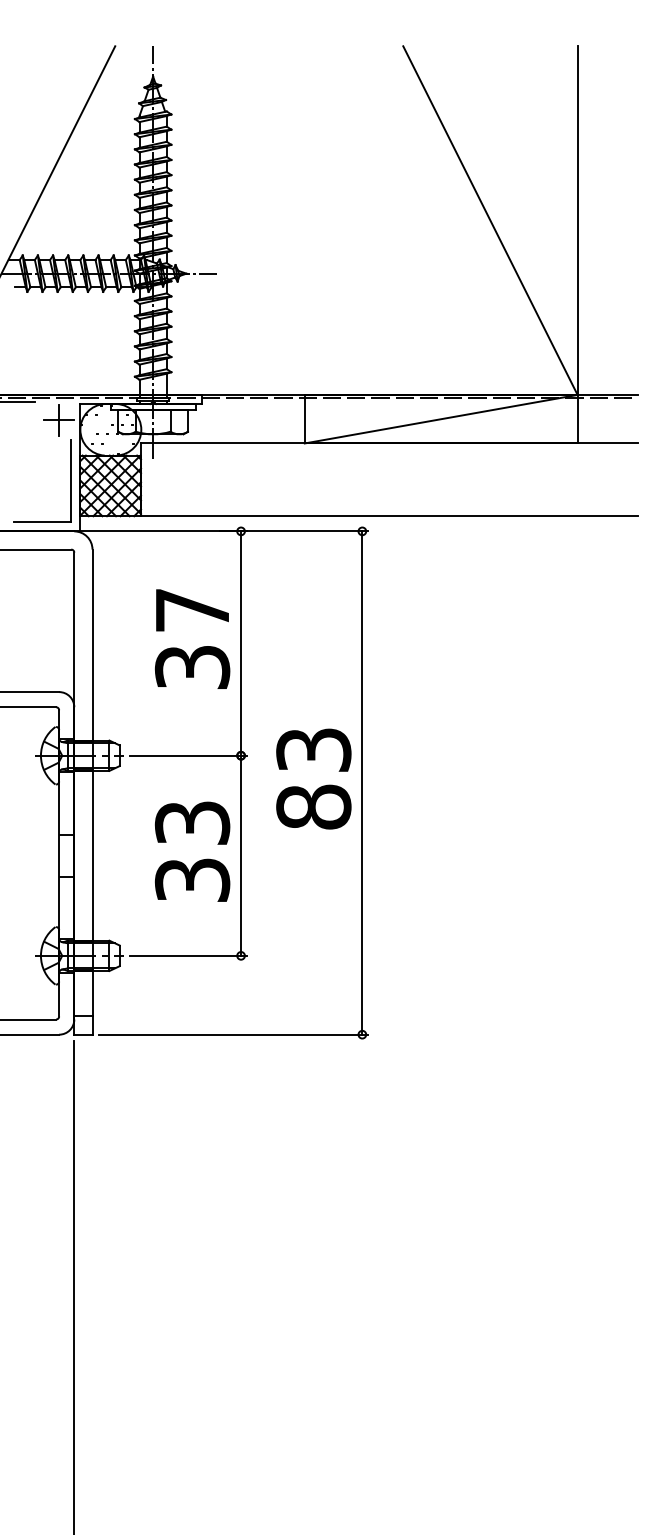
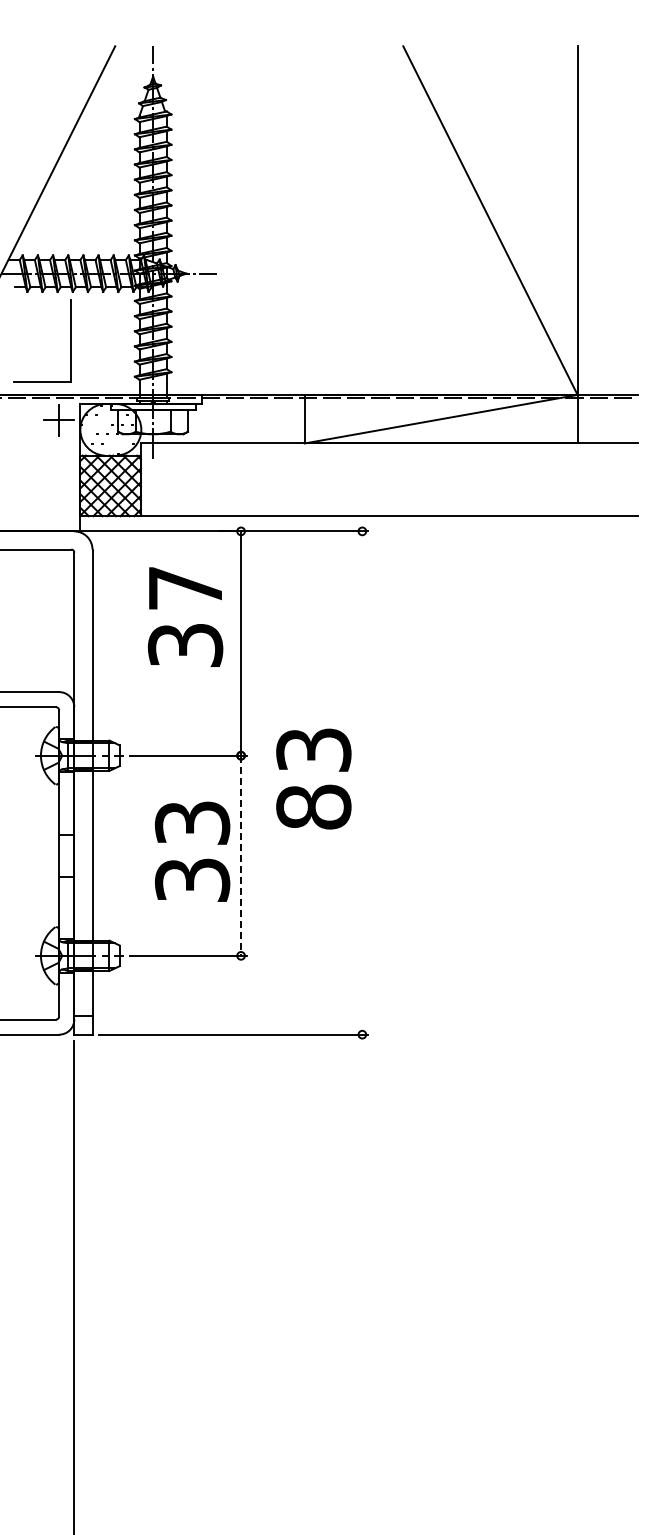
line at (18, 402): present -> none
part at (70, 480) position: (70, 480) -> (70, 340)
text at (192, 638) position: (192, 638) -> (185, 616)
line at (362, 782): present -> none
line at (241, 856): solid -> dashed
